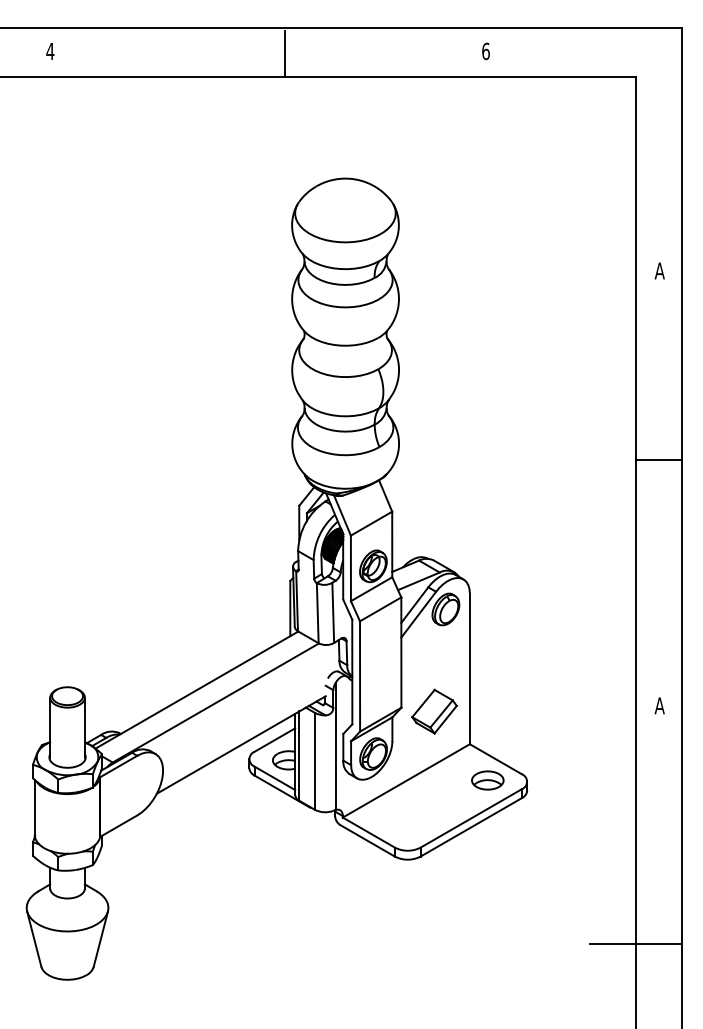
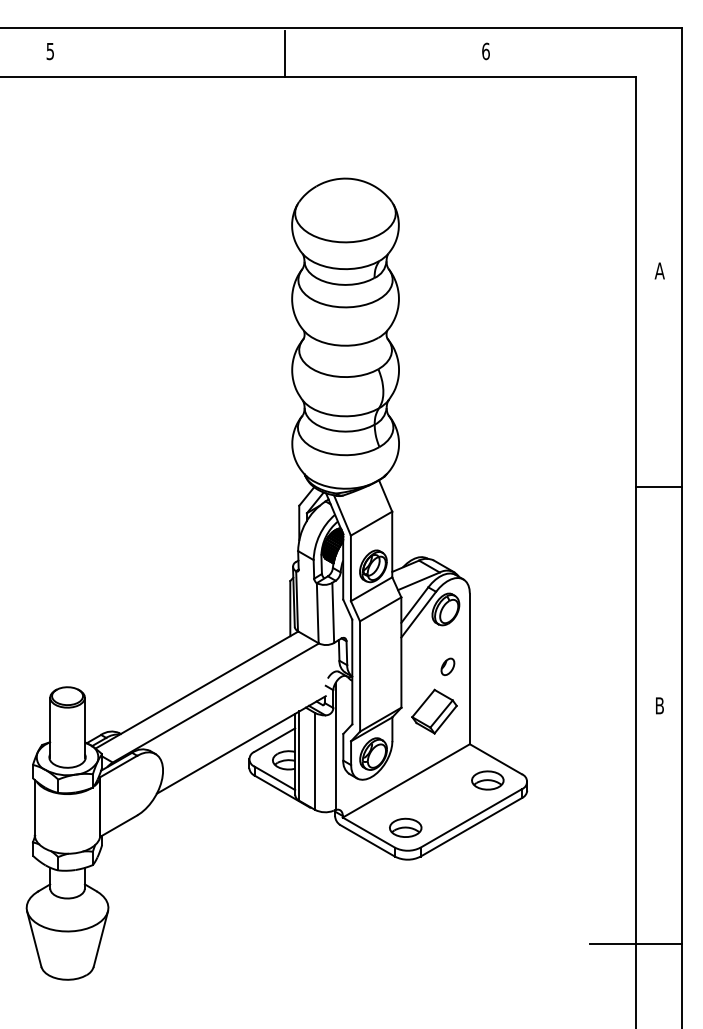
text at (50, 51): 4 -> 5
line at (658, 460) position: (658, 460) -> (658, 487)
part at (447, 666): none -> present
text at (659, 705): A -> B
part at (405, 827): none -> present
